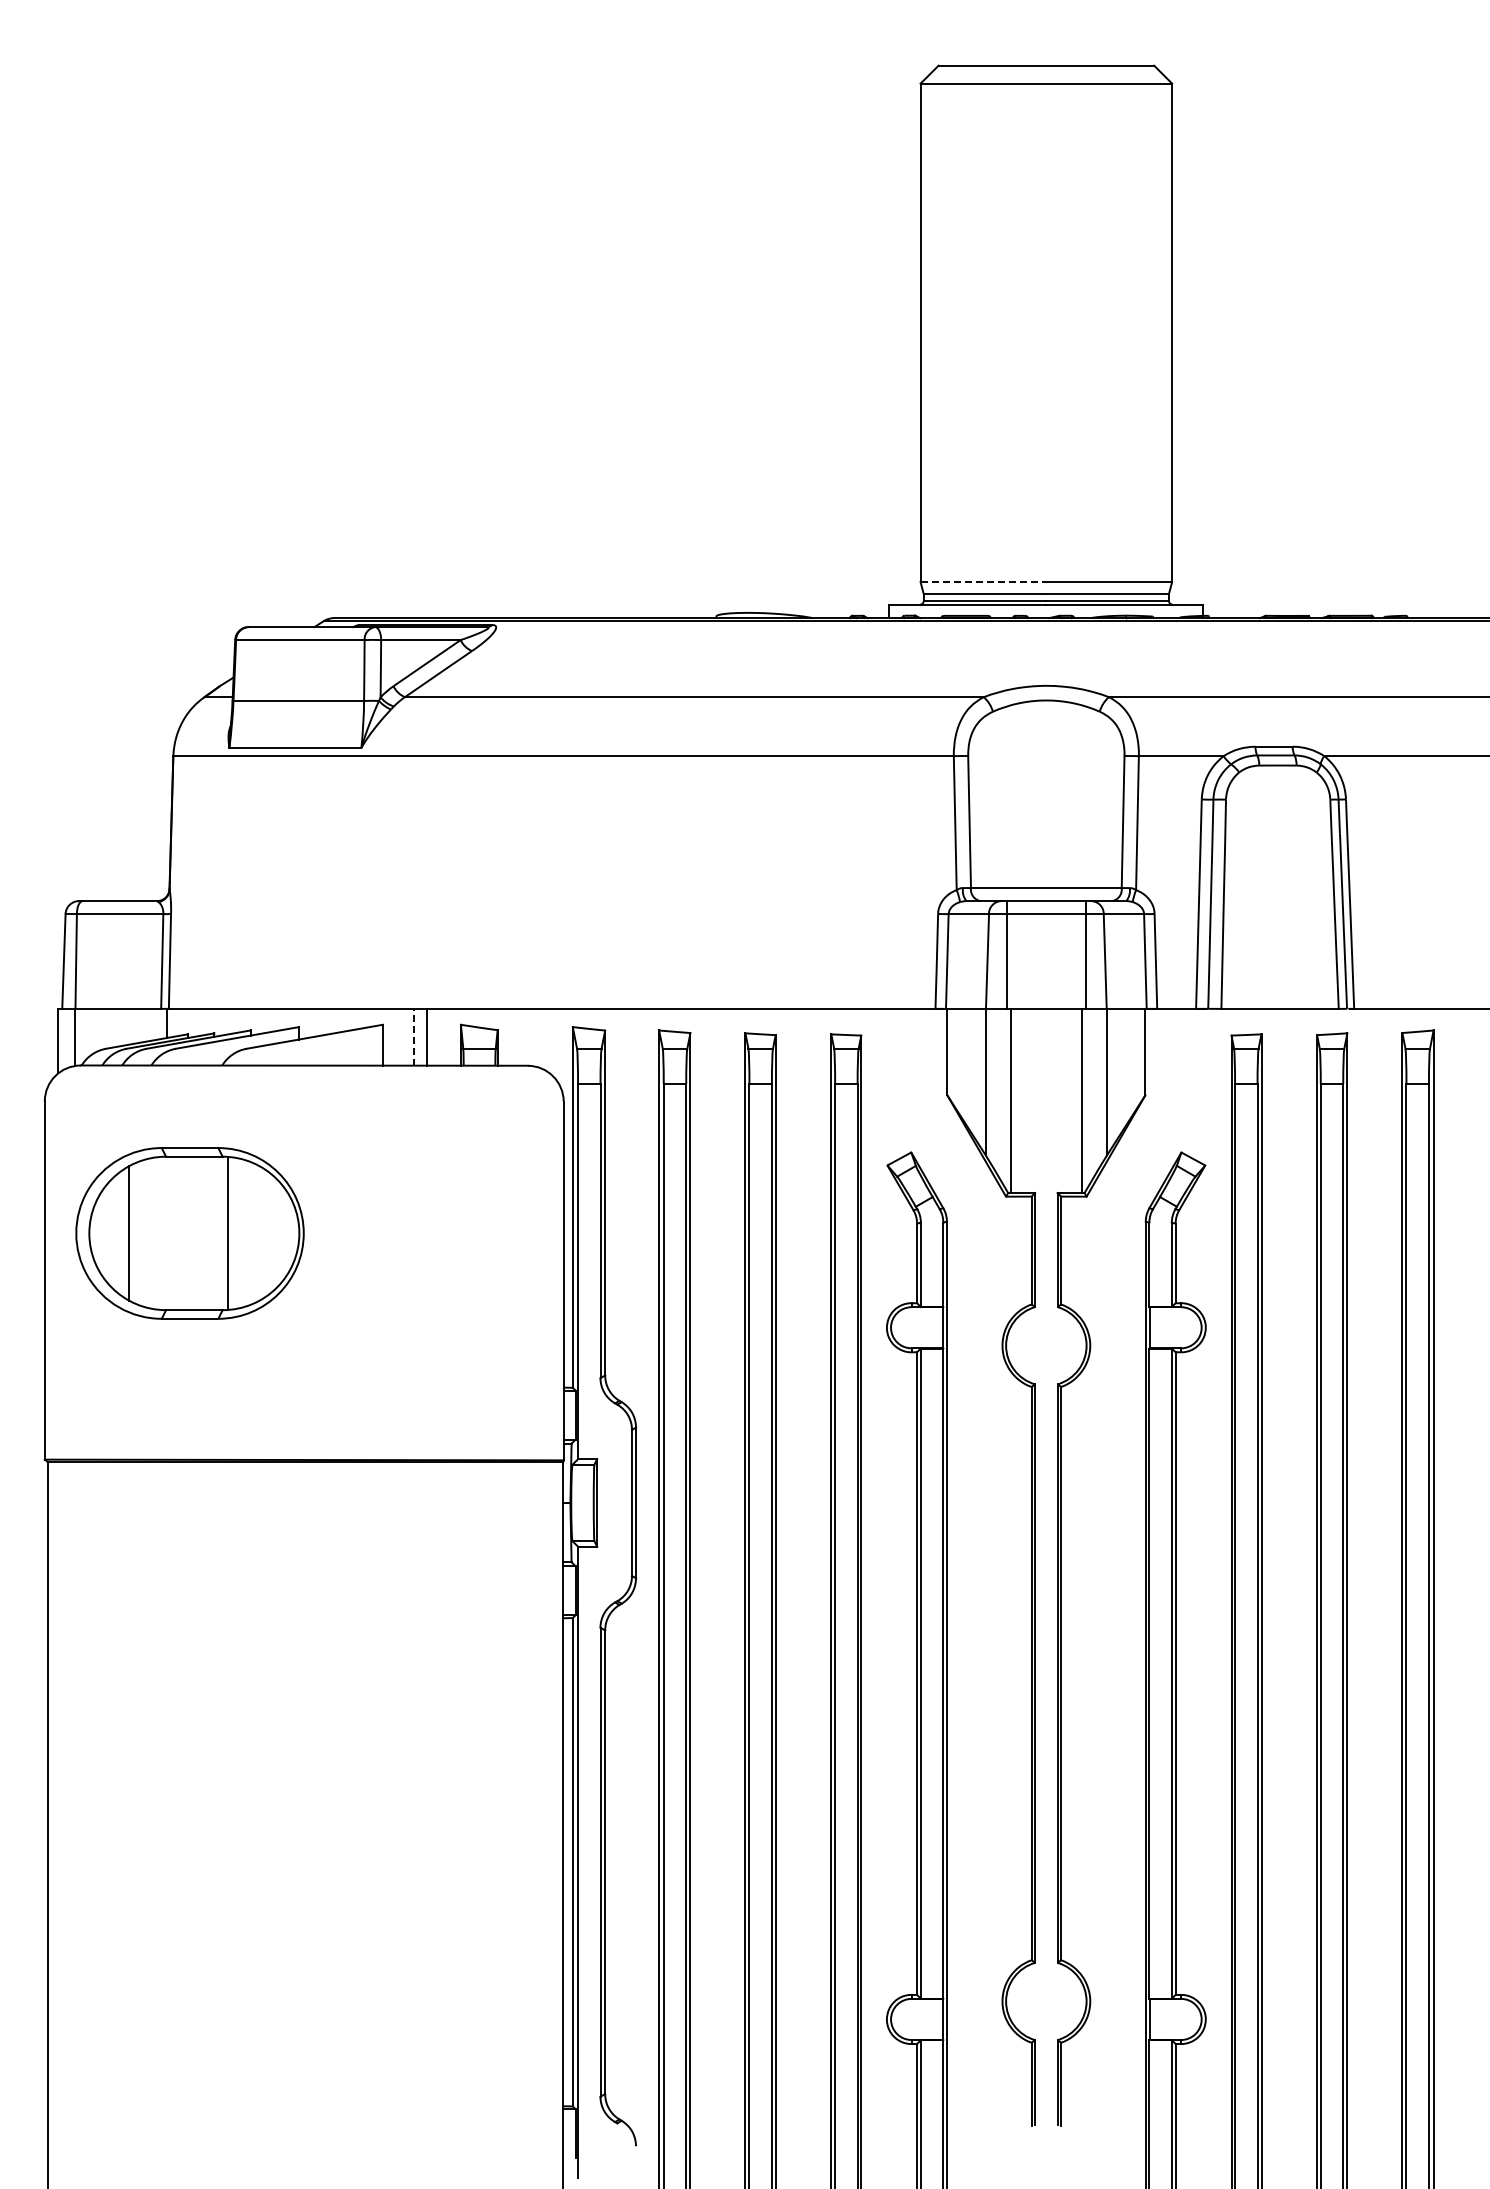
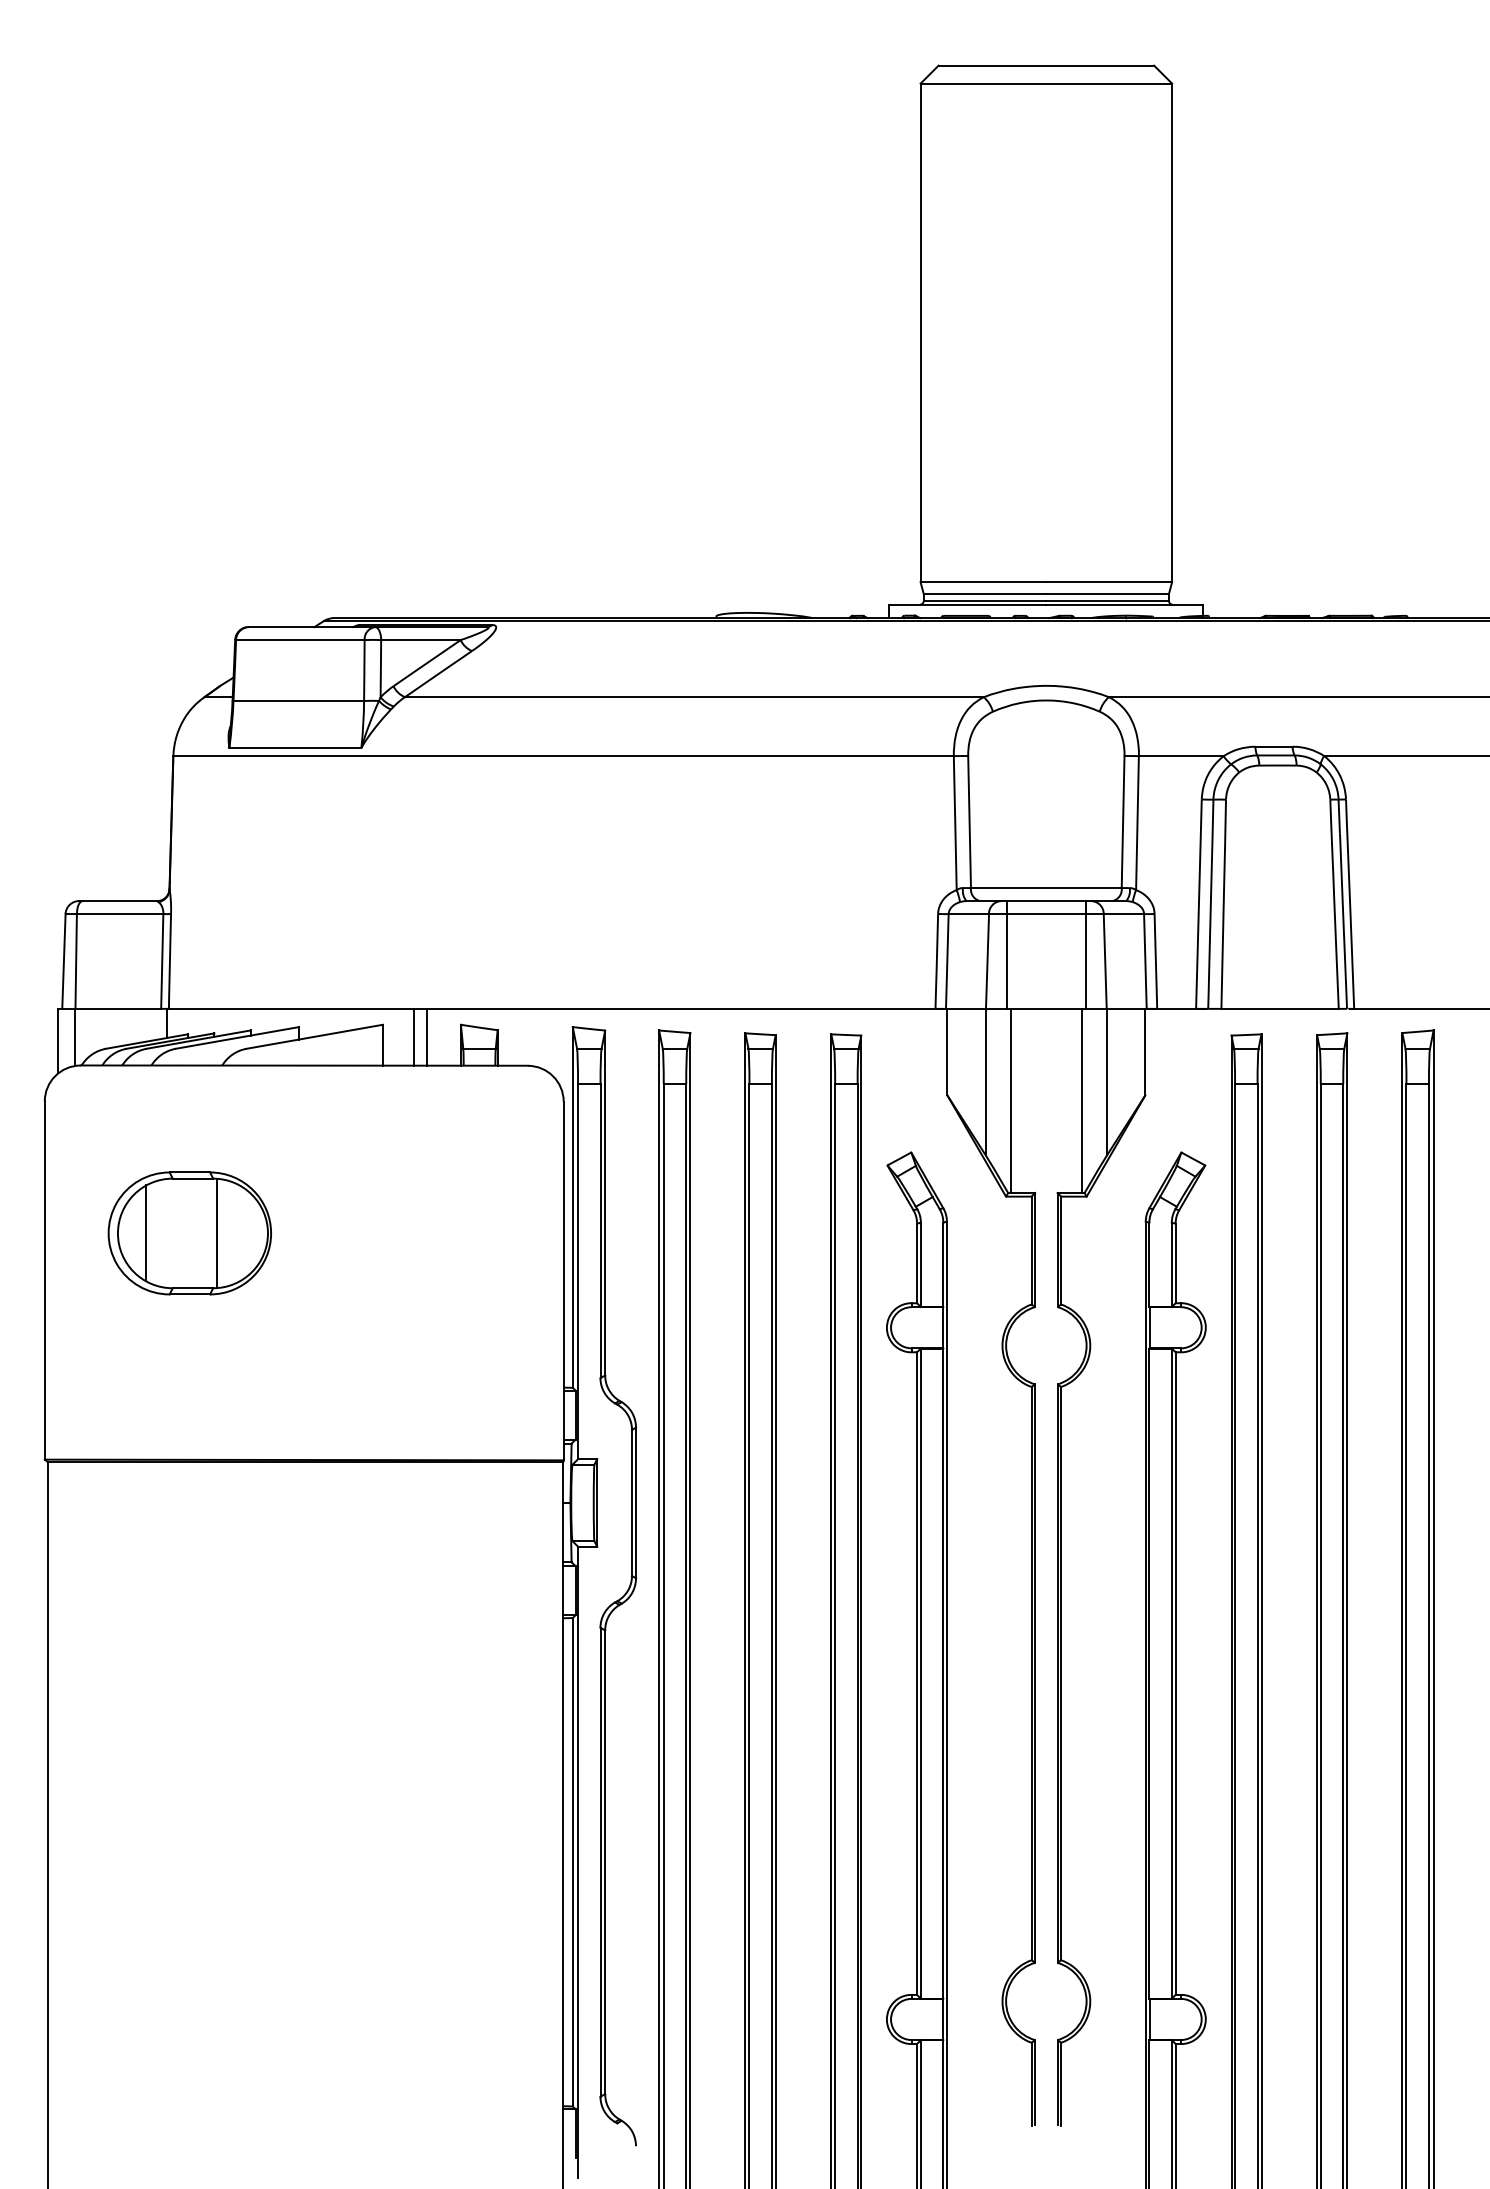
line at (983, 582): dashed -> solid
line at (414, 1036): dashed -> solid
part at (189, 1233) size: 230x173 px -> 165x125 px
